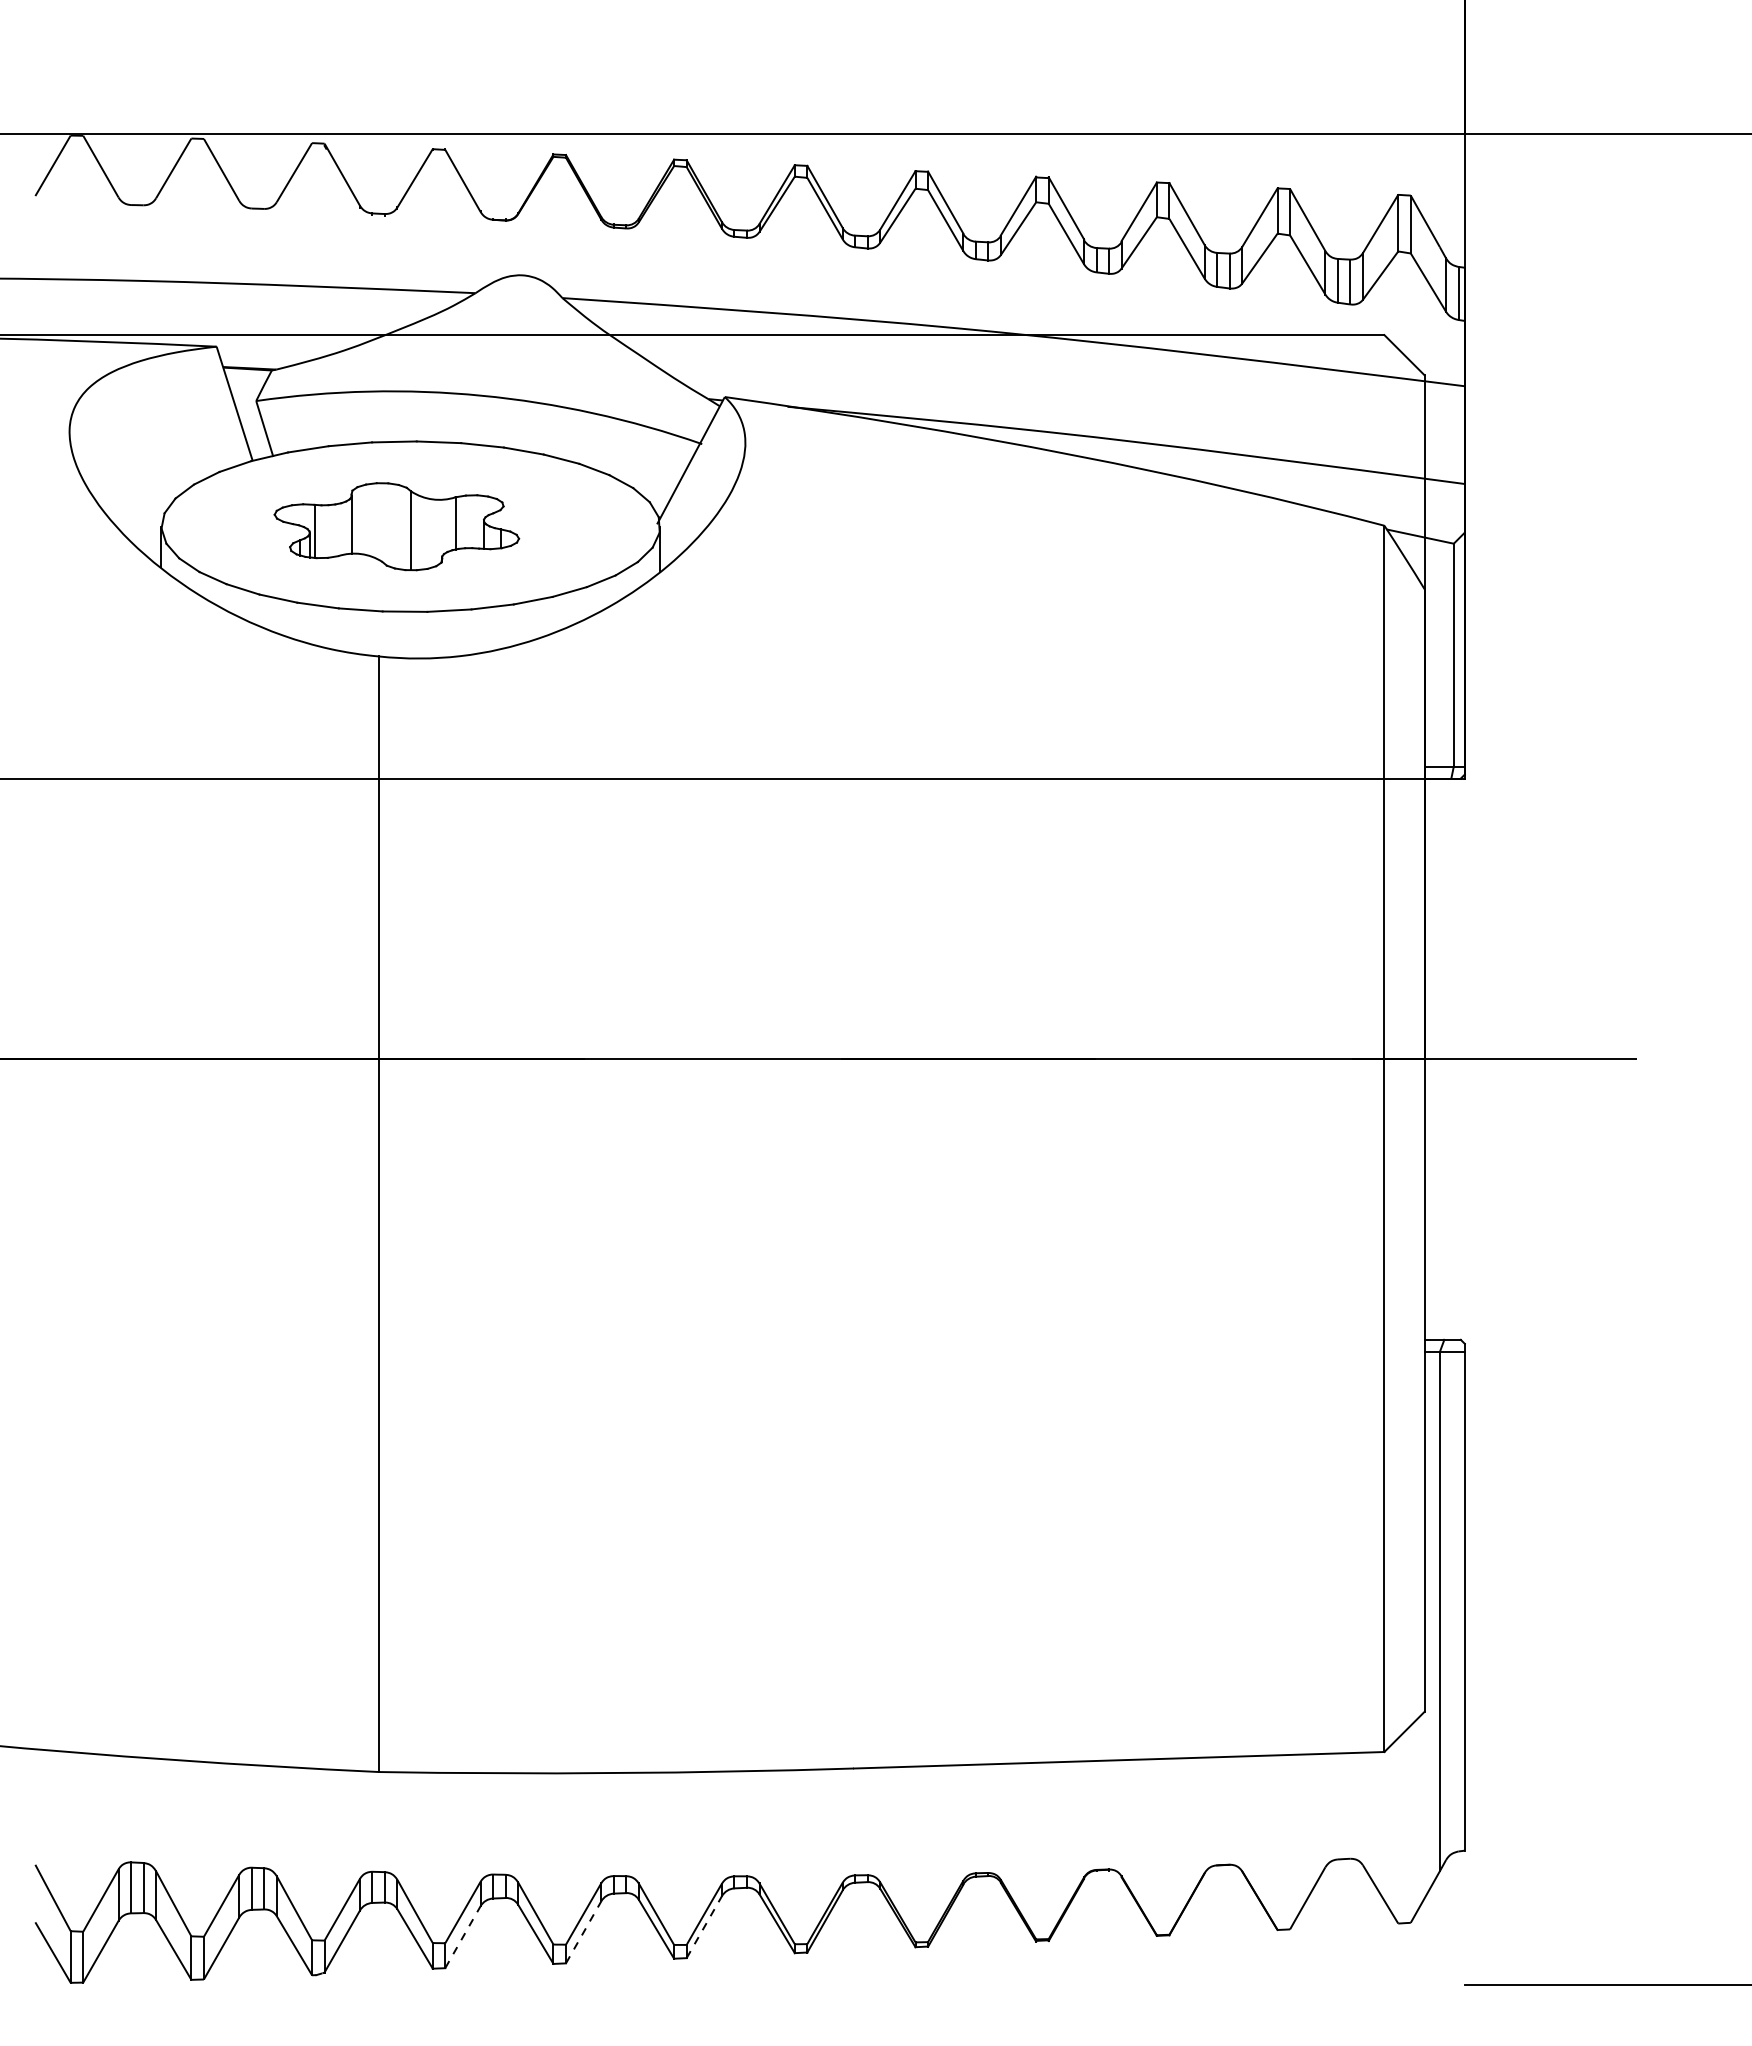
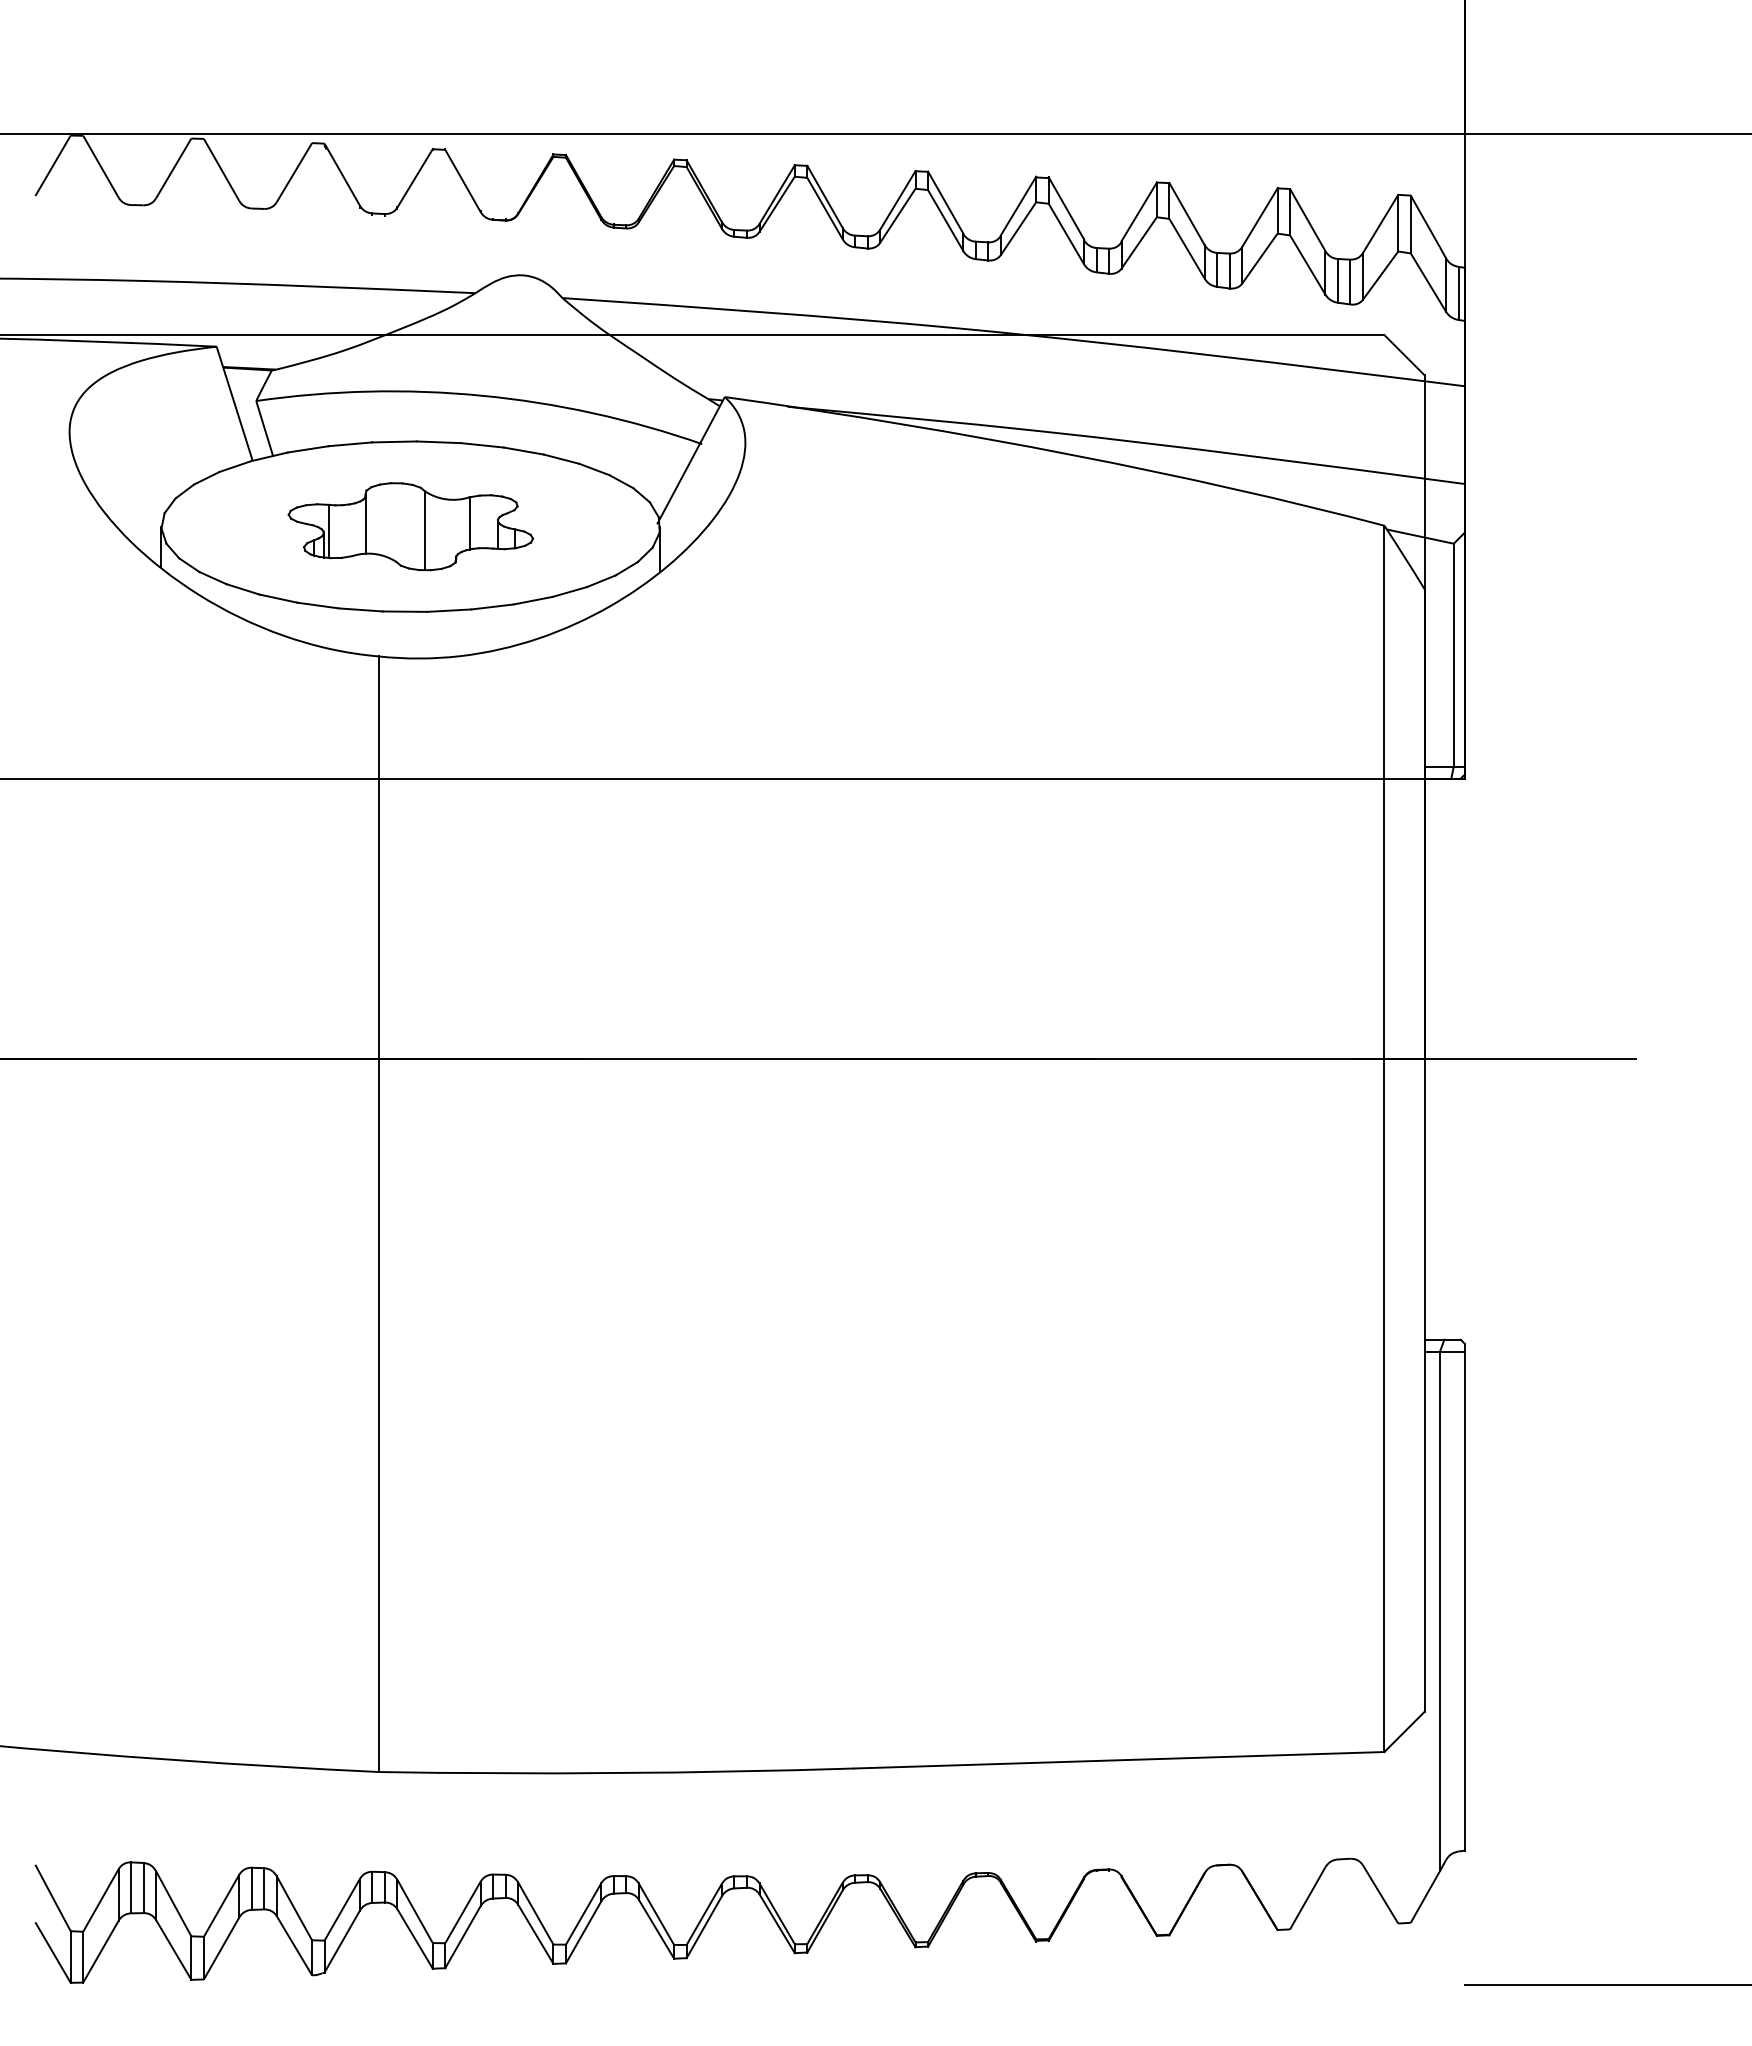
part at (396, 526) position: (396, 526) -> (410, 526)
line at (704, 1927): dashed -> solid
line at (583, 1932): dashed -> solid
line at (462, 1937): dashed -> solid
